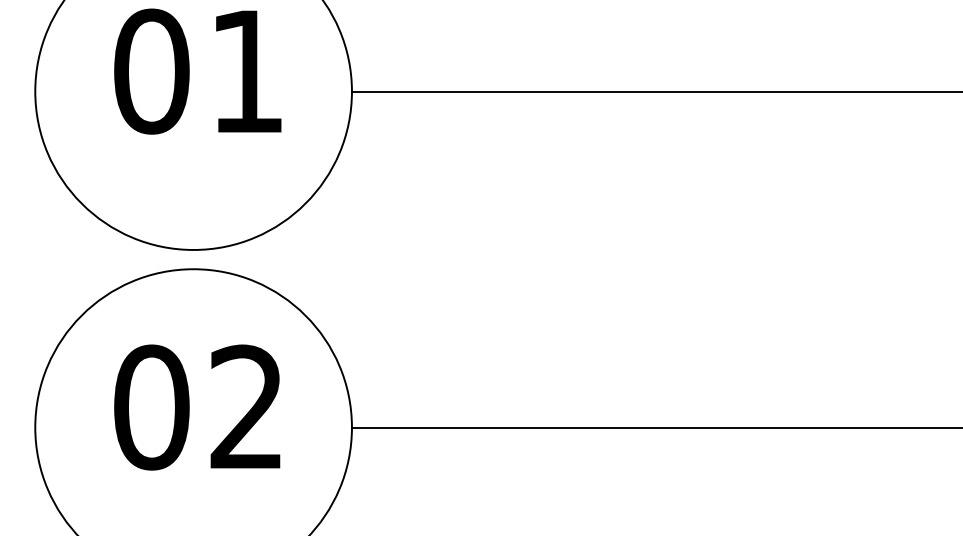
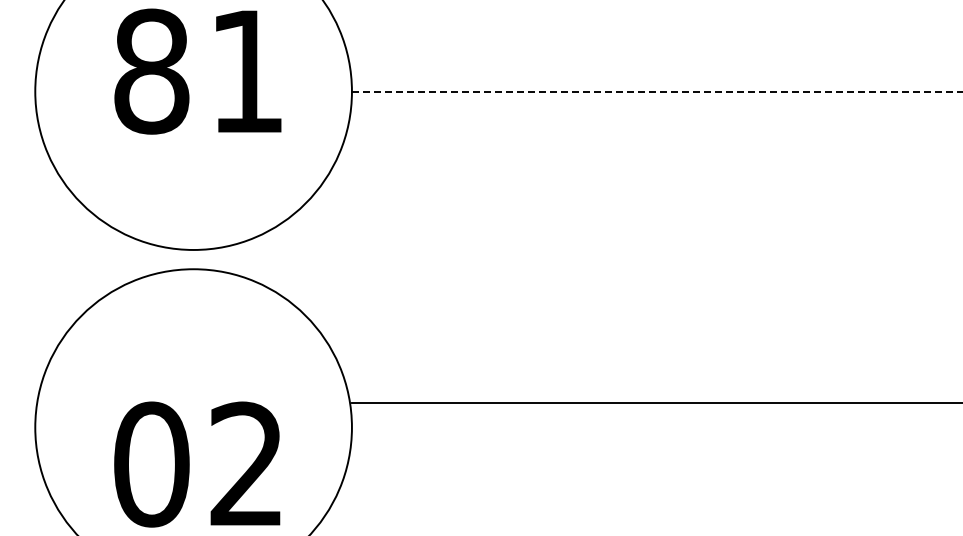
text at (151, 71): 01 -> 81
line at (657, 91): solid -> dashed
text at (197, 407) position: (197, 407) -> (197, 464)
line at (655, 427) position: (655, 427) -> (655, 402)
